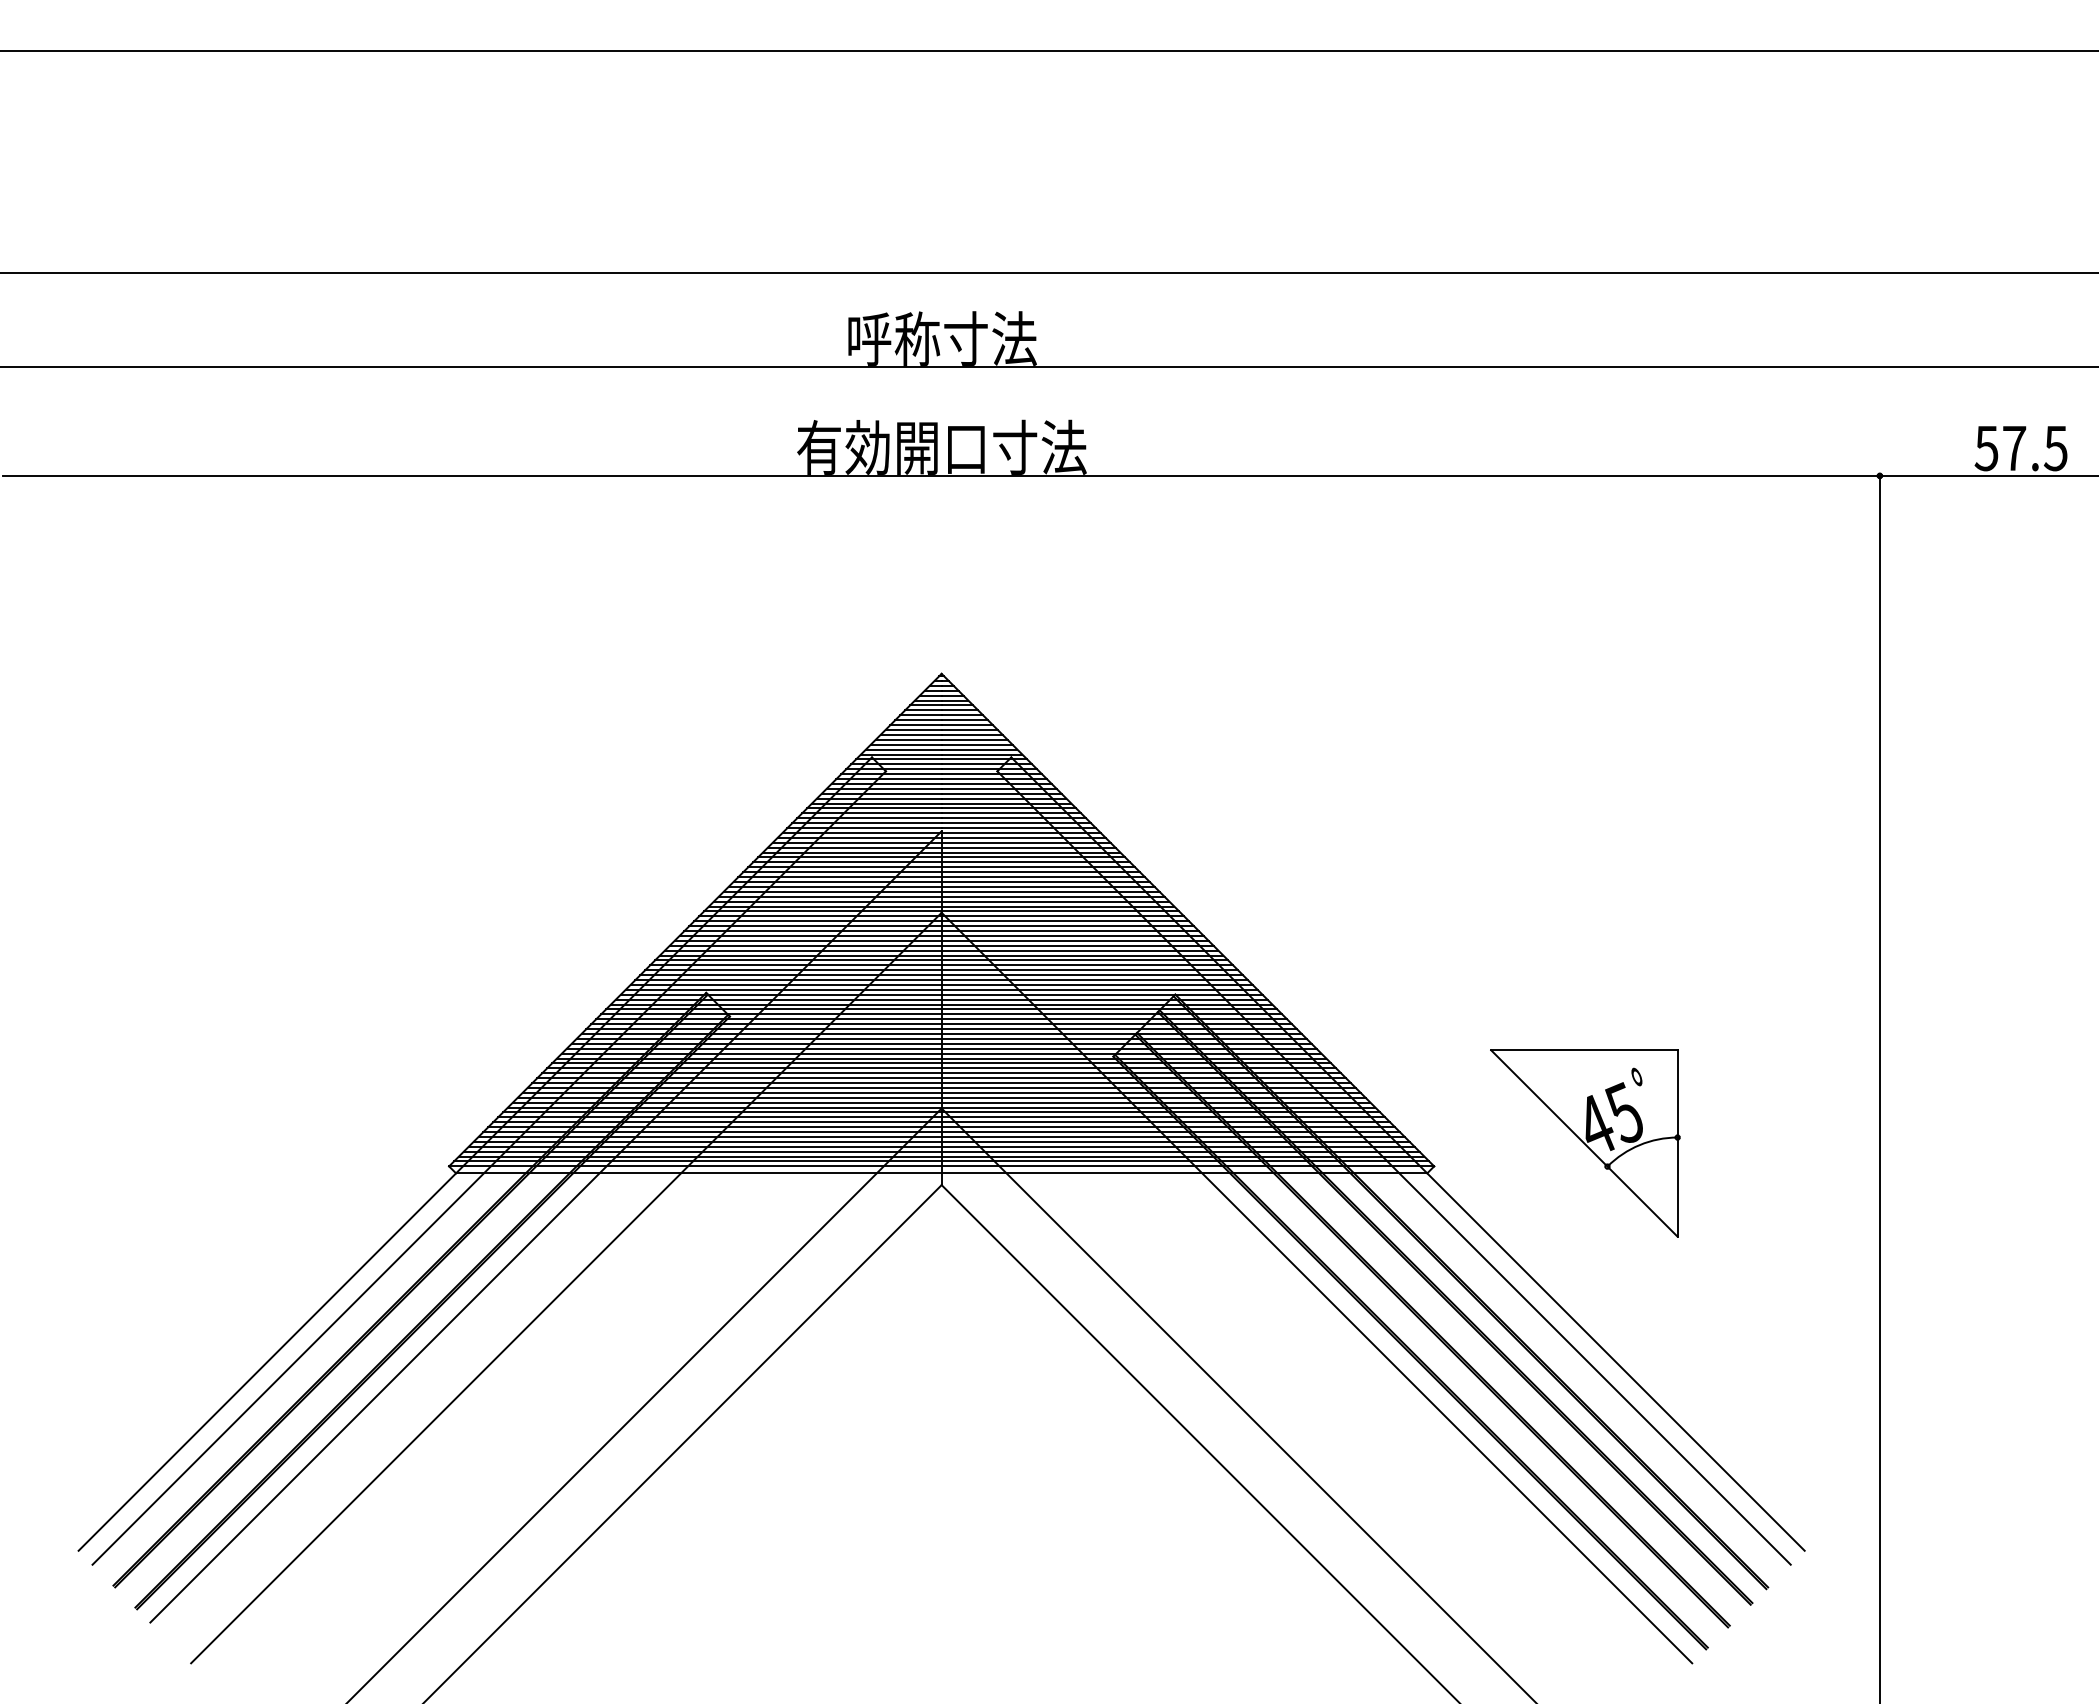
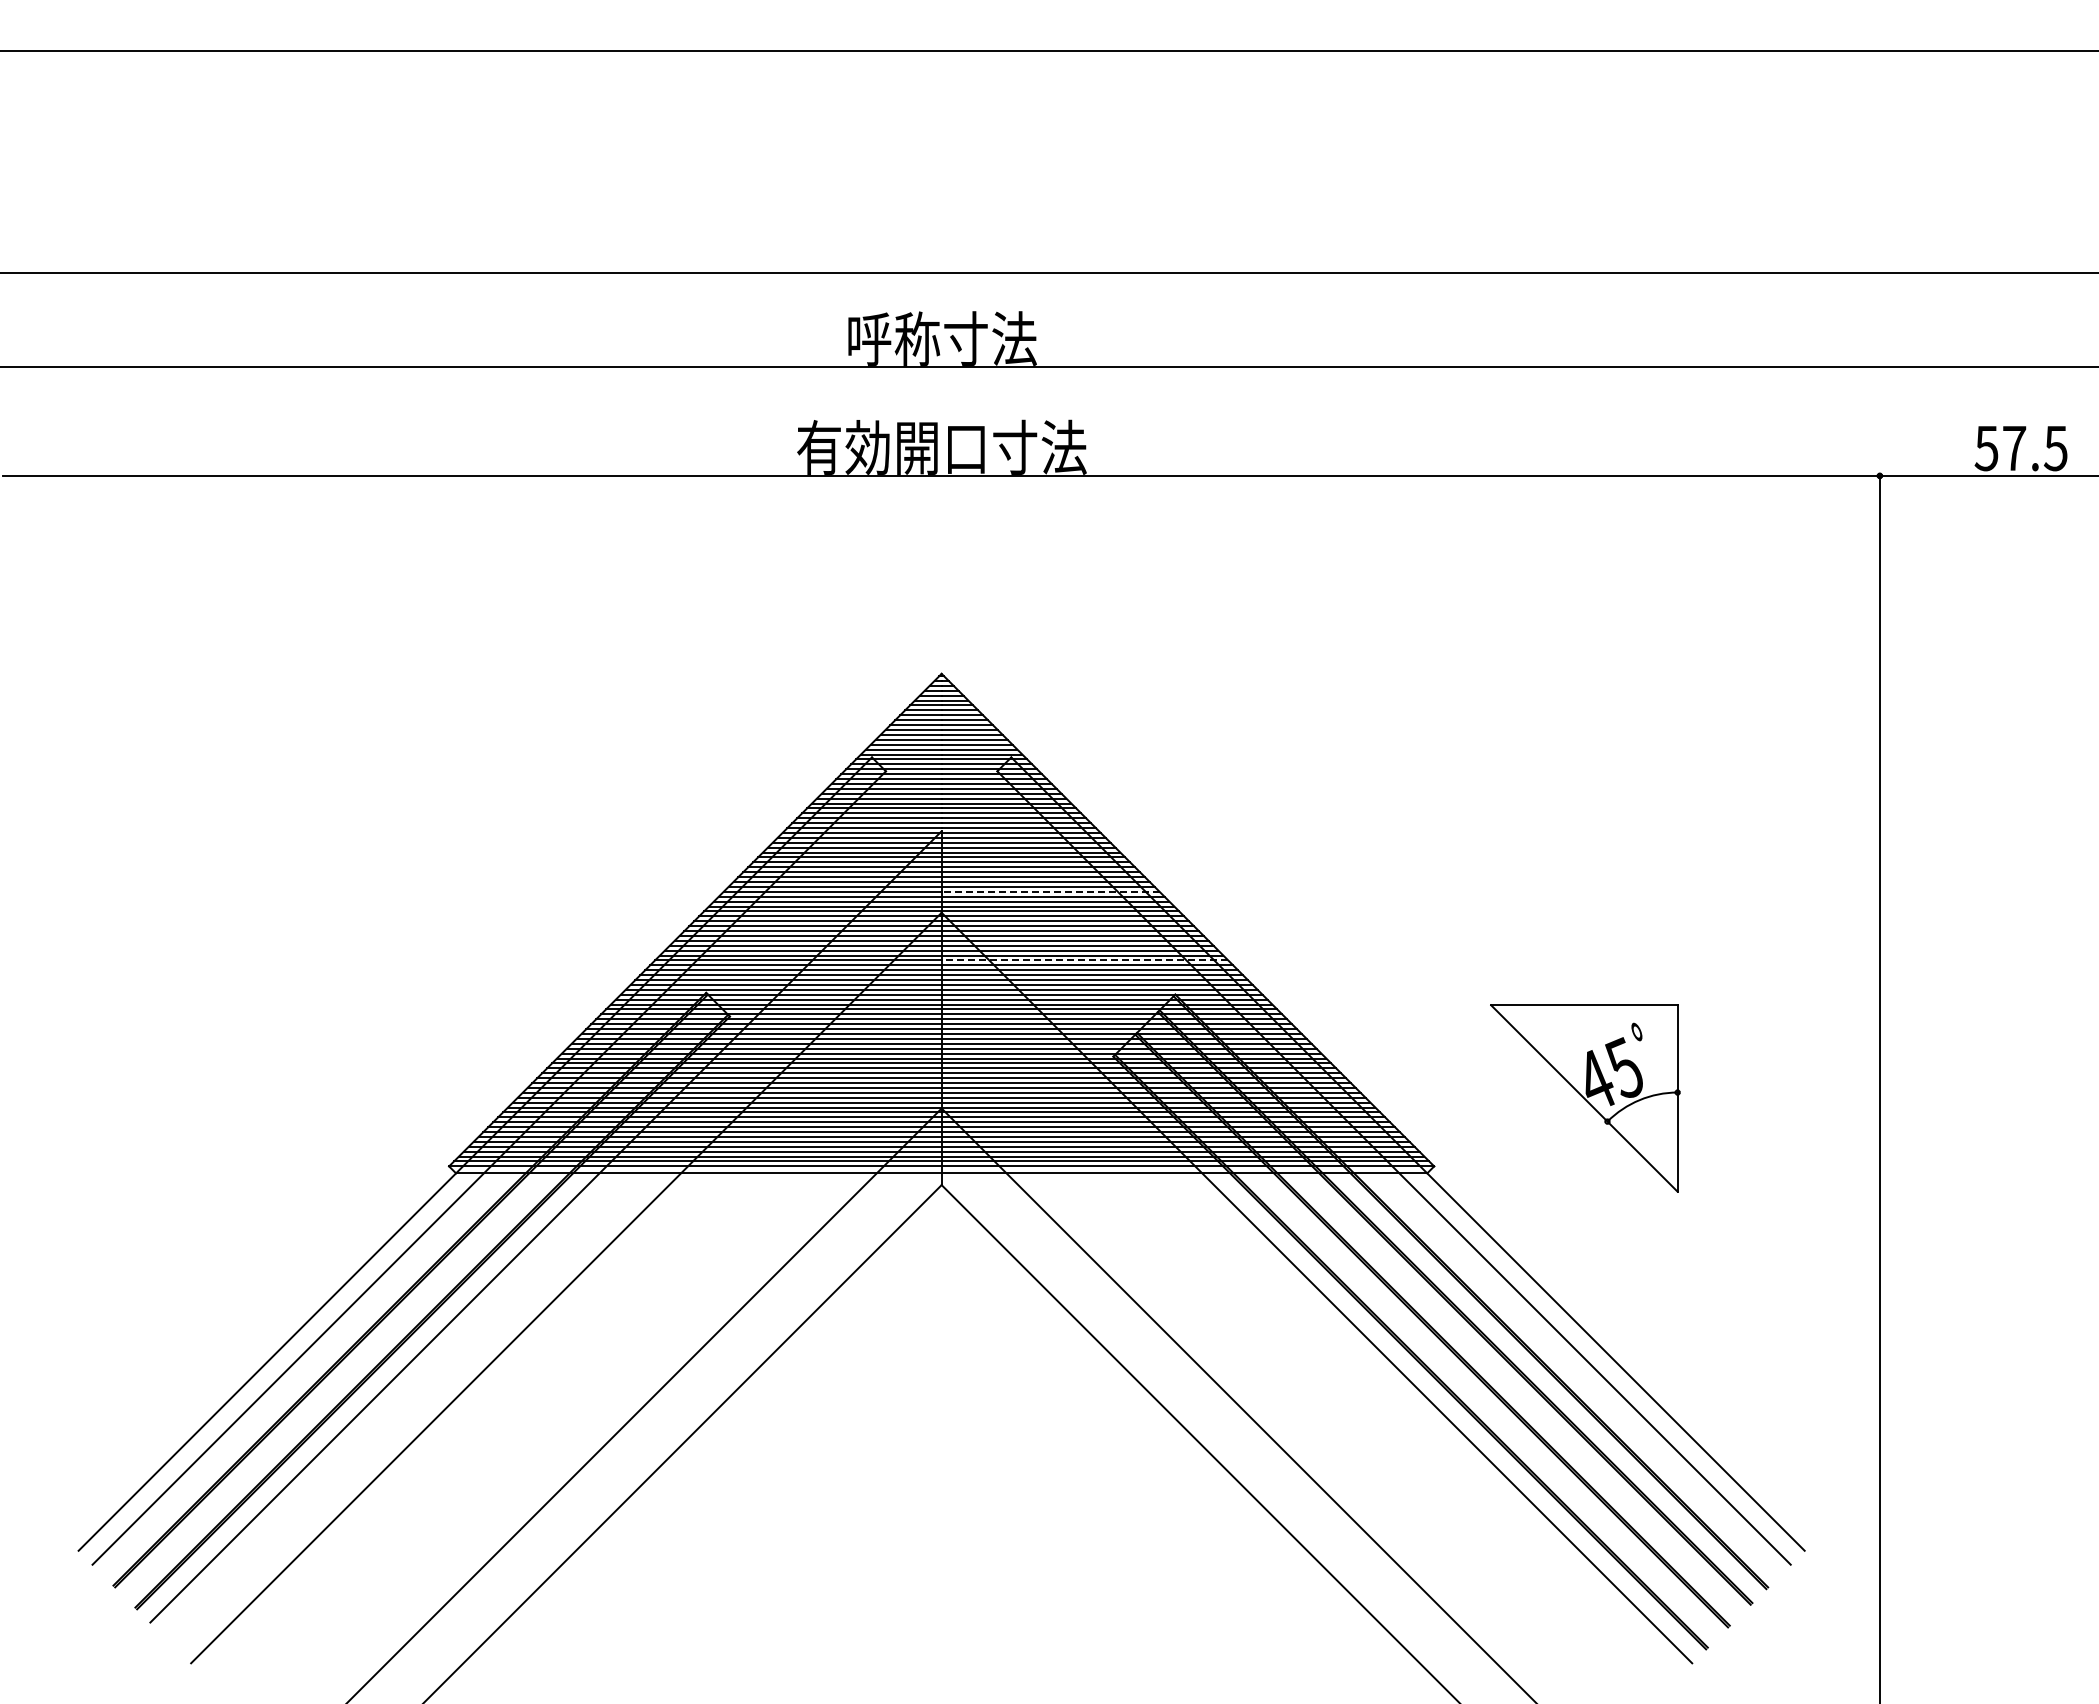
line at (1050, 891): solid -> dashed
line at (1084, 960): solid -> dashed
part at (1585, 1143) position: (1585, 1143) -> (1585, 1098)
